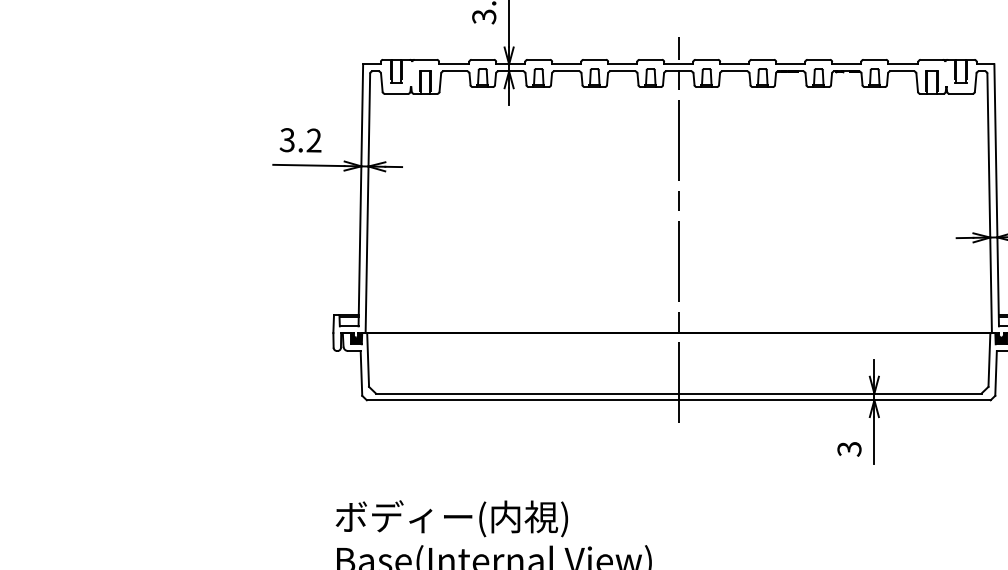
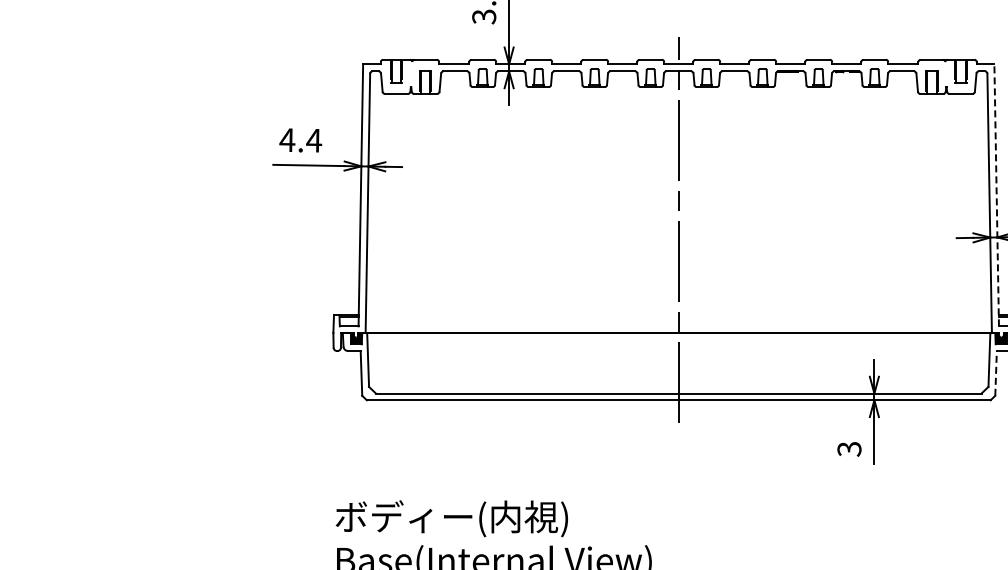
text at (300, 140): 3.2 -> 4.4
line at (996, 194): solid -> dashed
line at (996, 372): solid -> dashed
